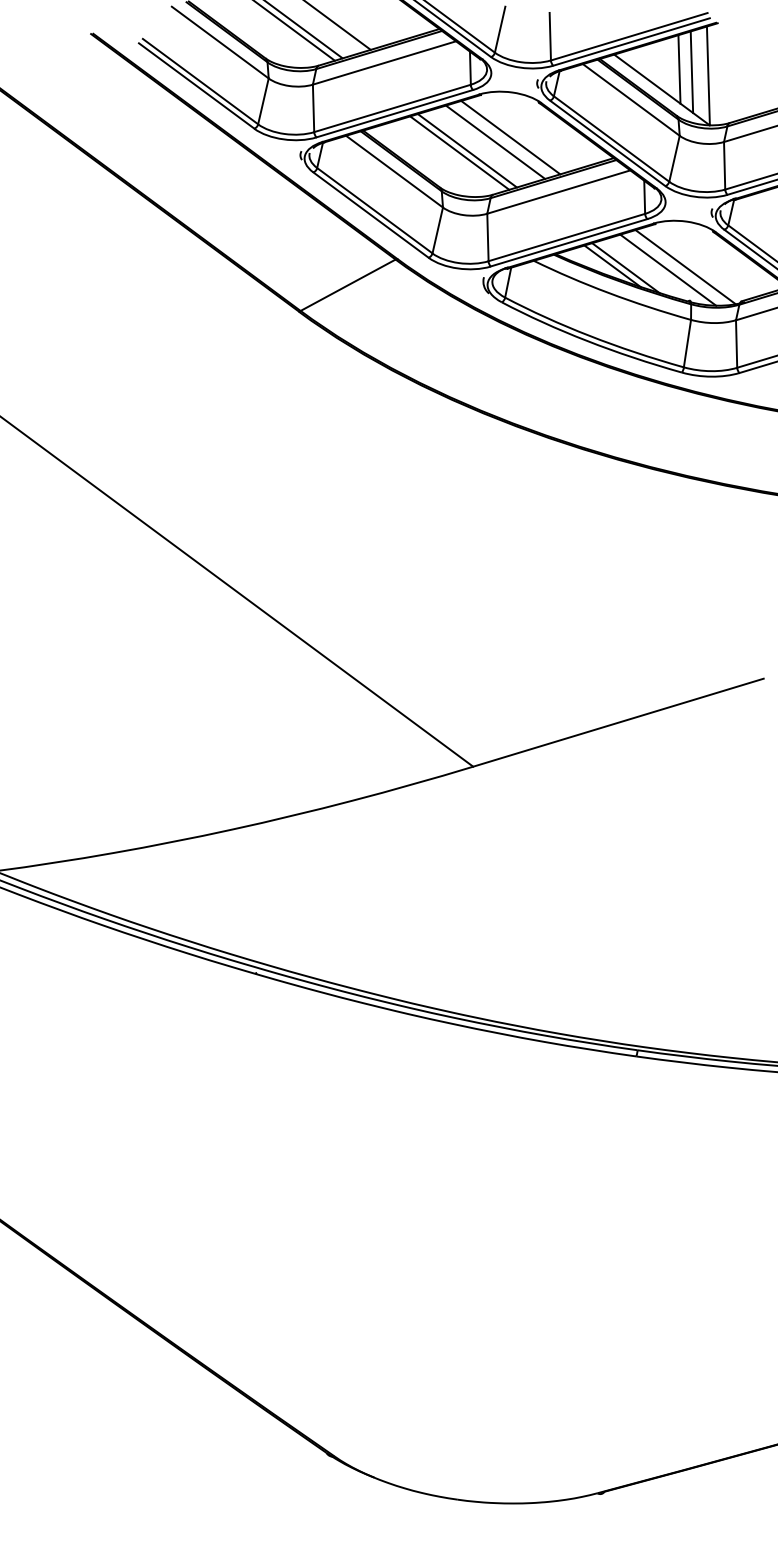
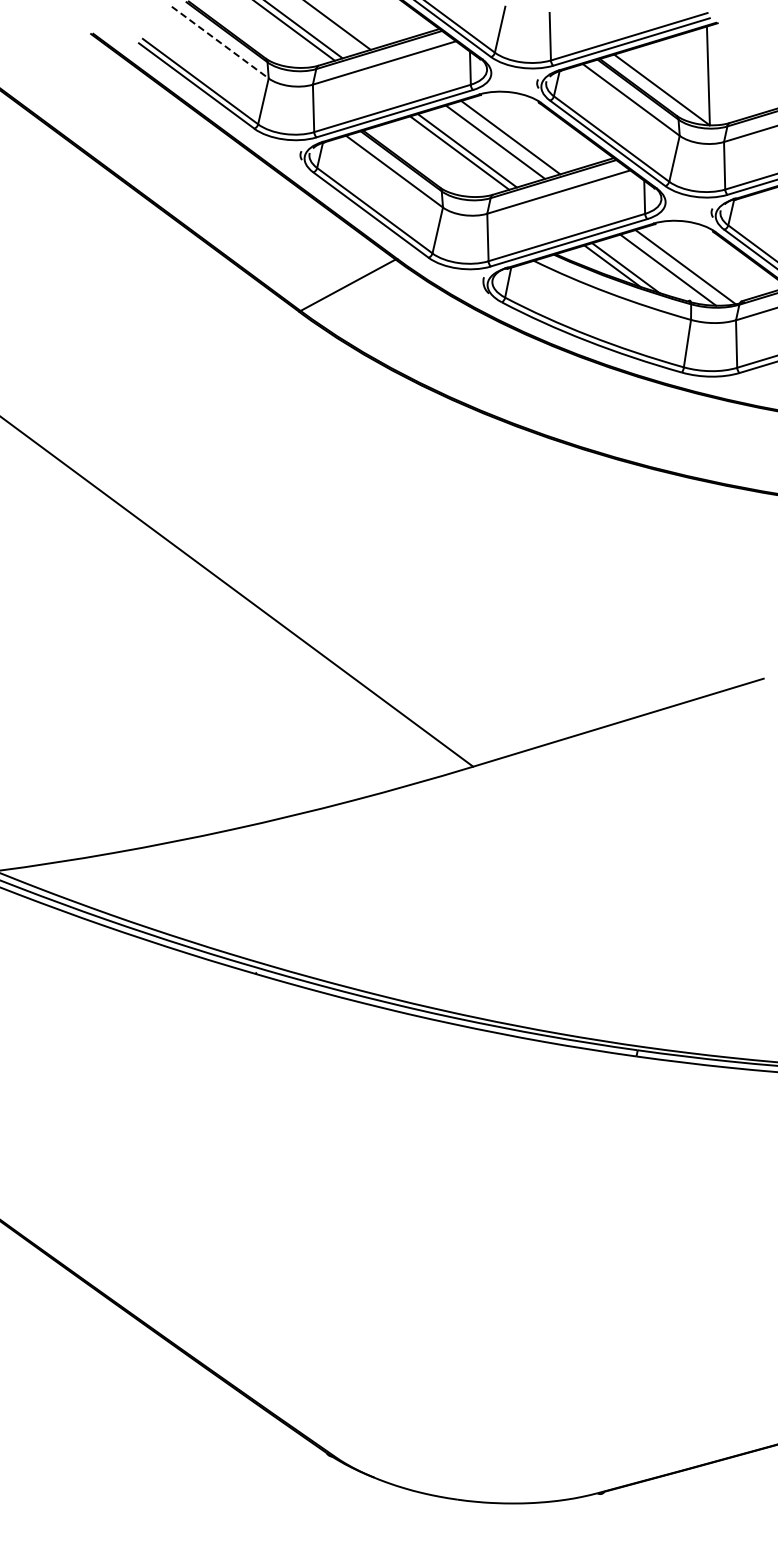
line at (220, 42): solid -> dashed
line at (679, 69): present -> none
line at (691, 72): present -> none
